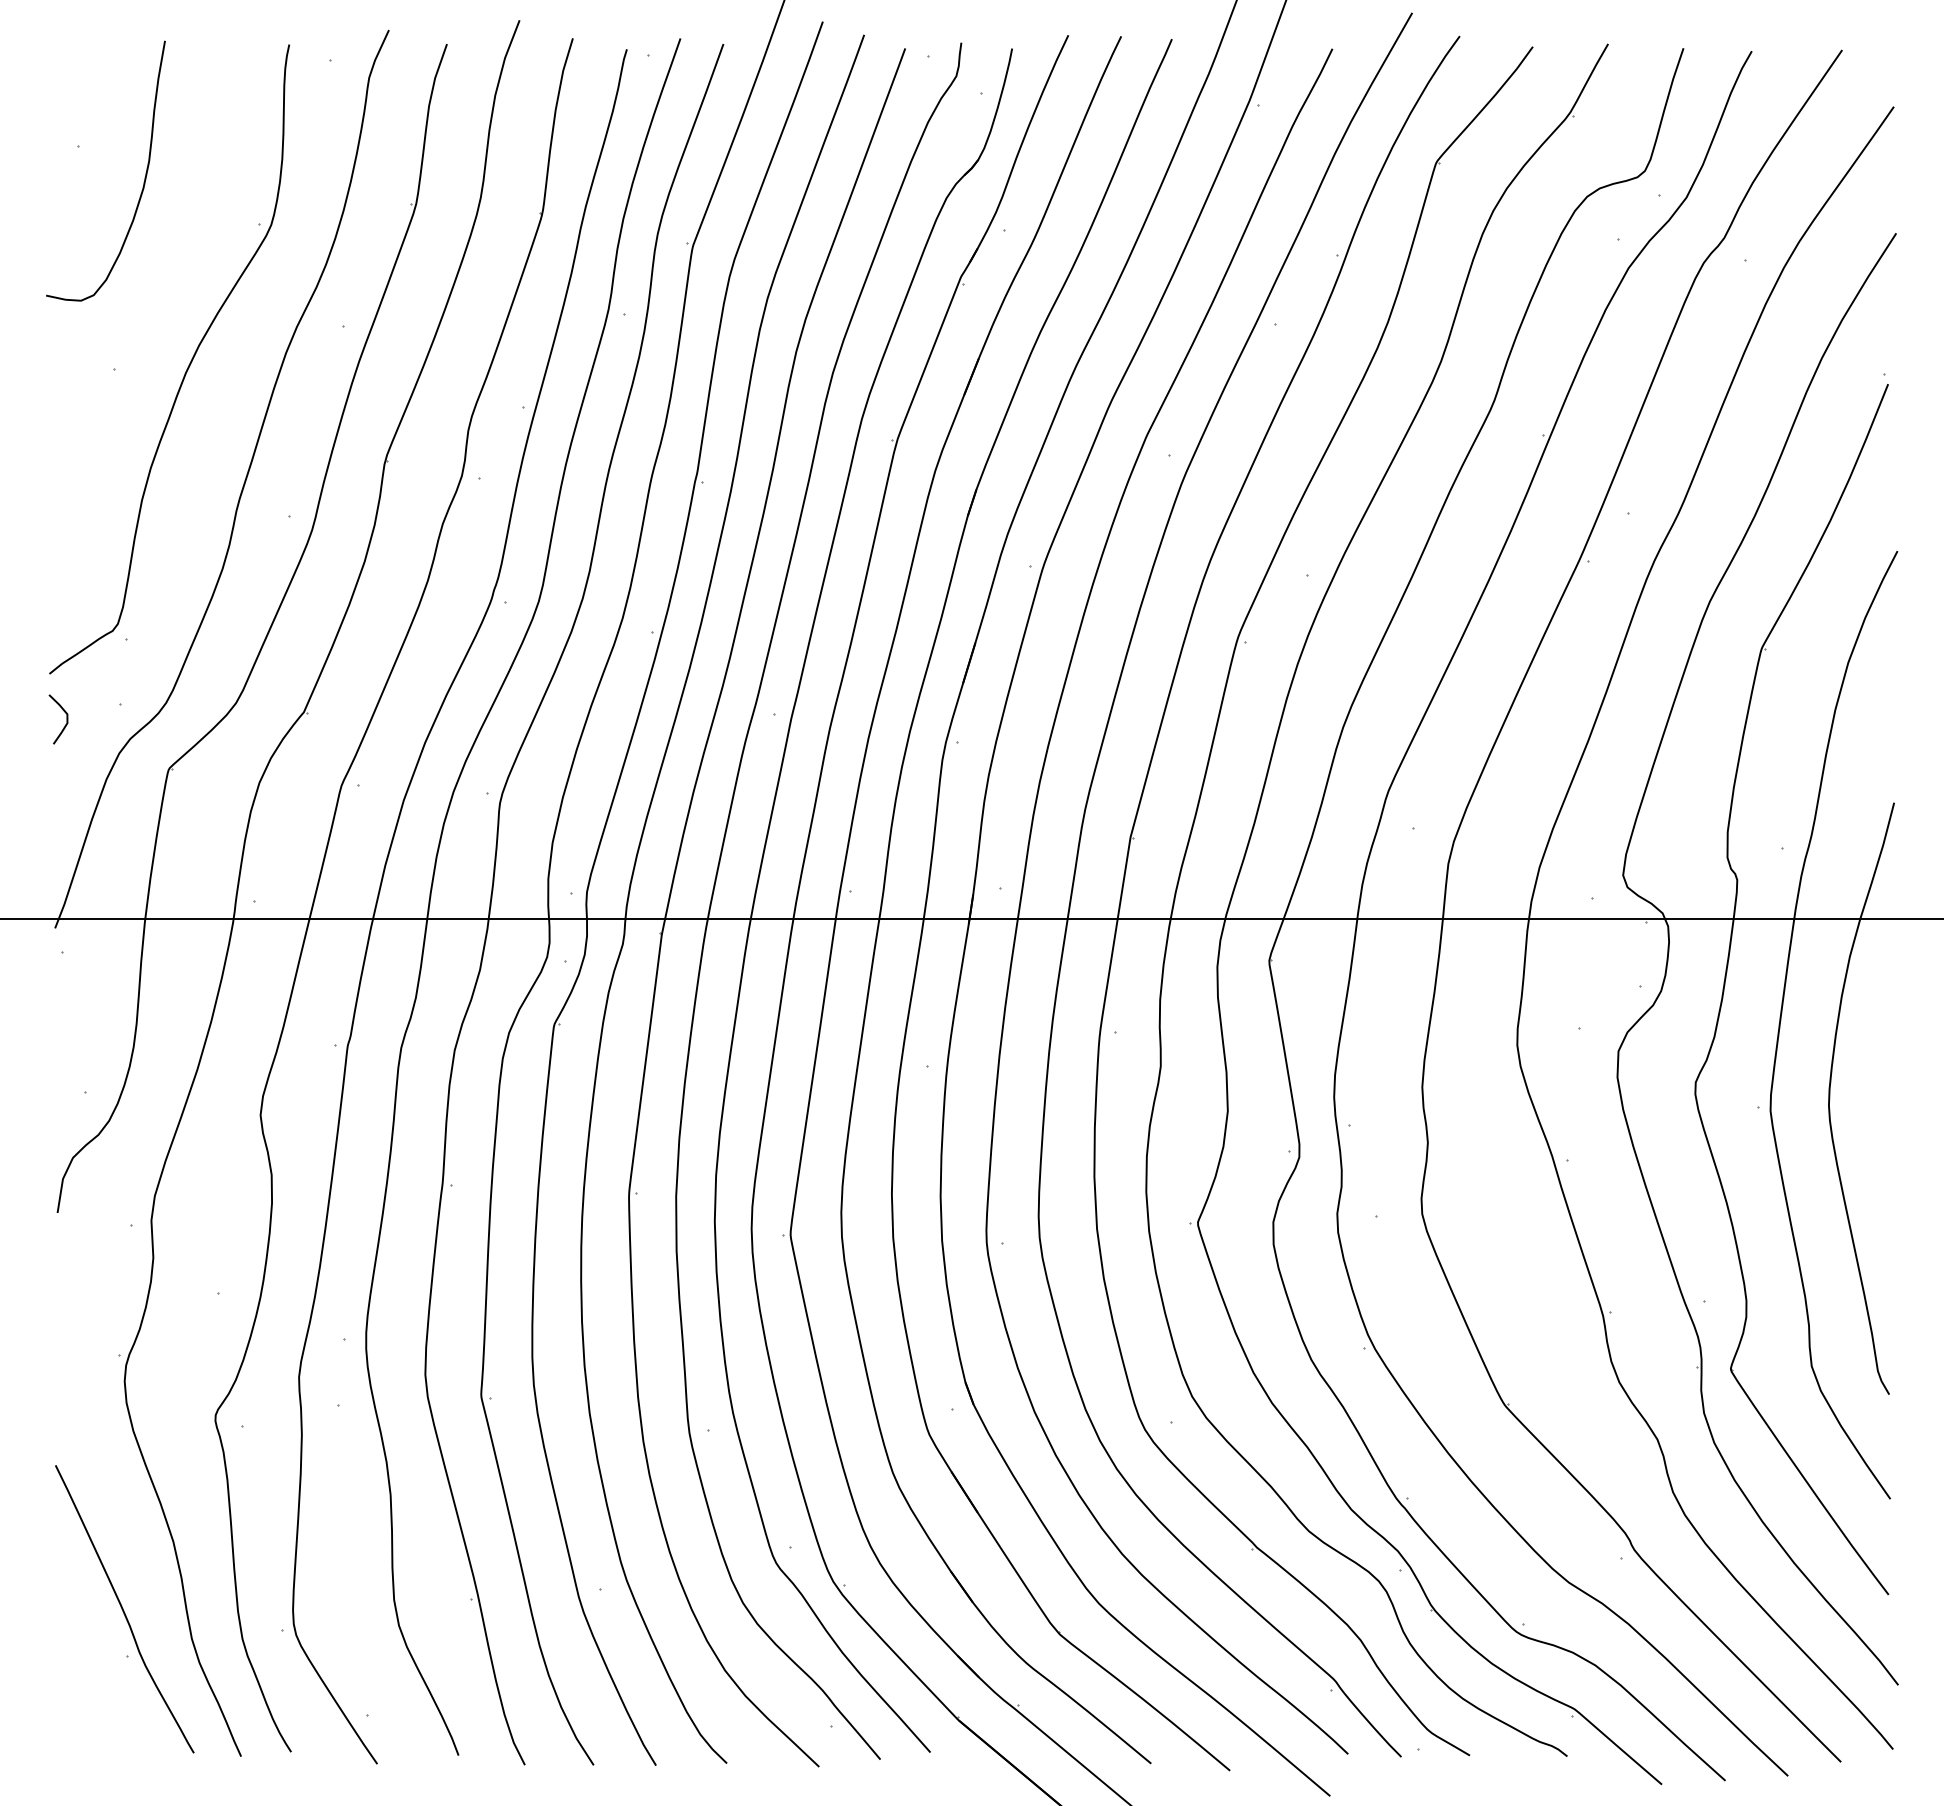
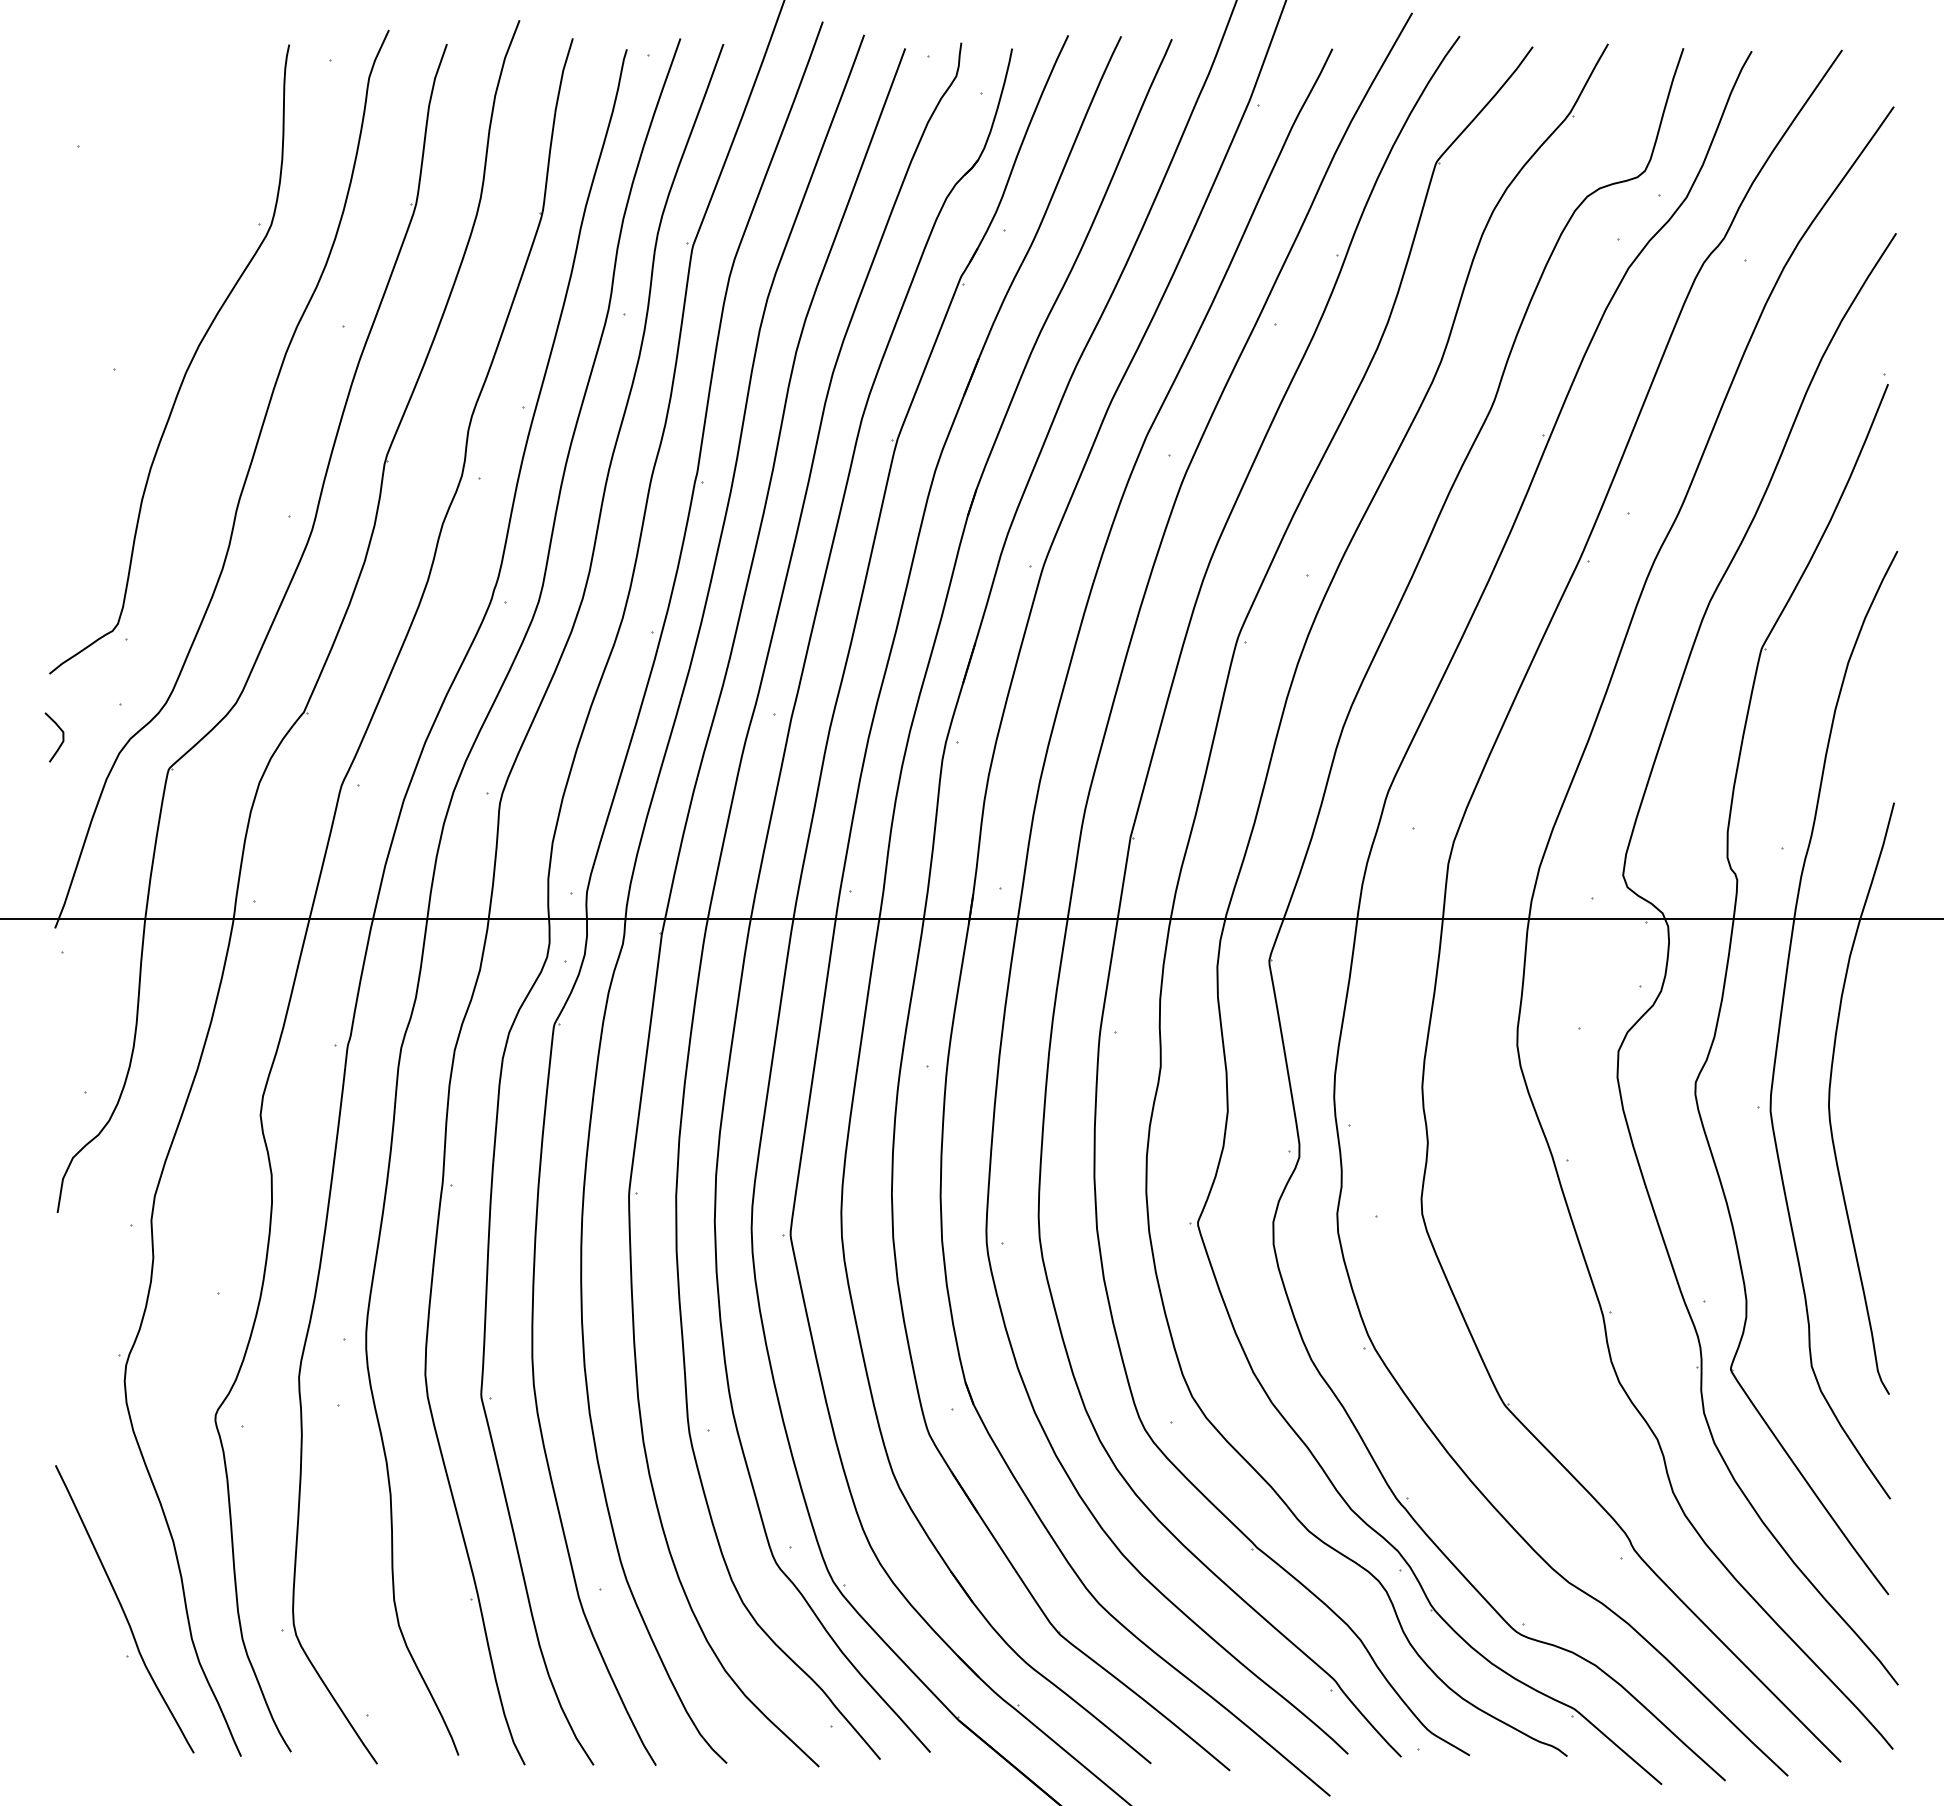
curve at (144, 177): present -> none
curve at (66, 719) position: (66, 719) -> (62, 737)
